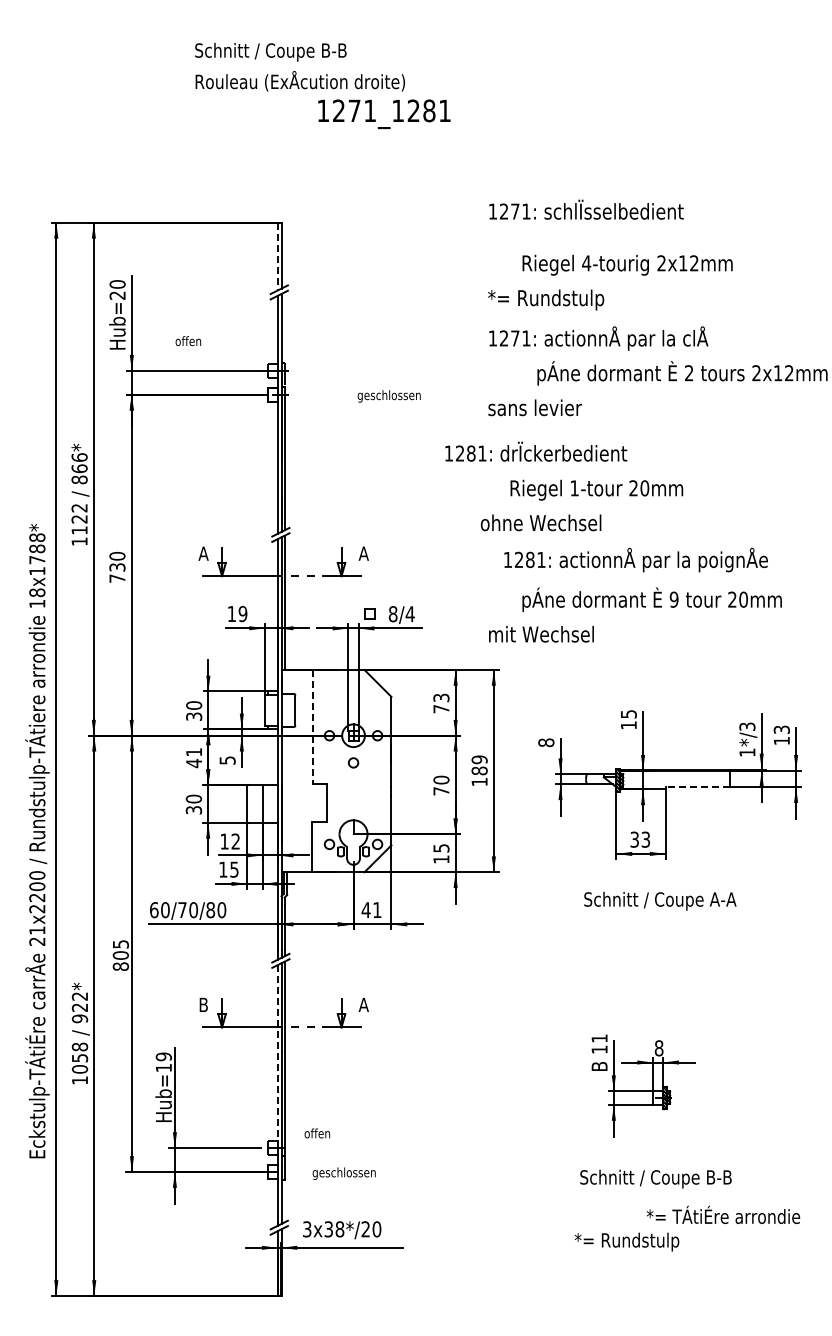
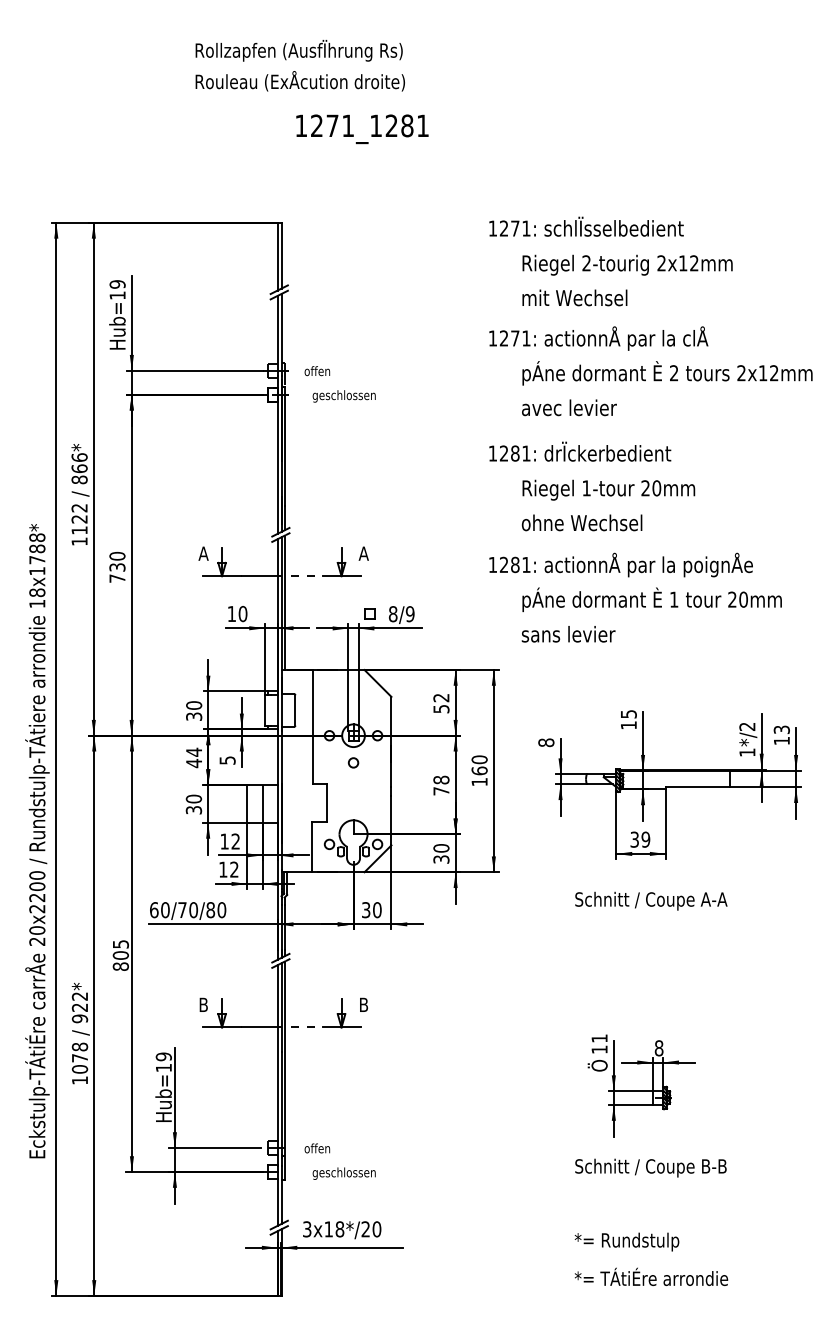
text at (298, 50): Schnitt / Coupe B-B -> Rollzapfen (AusfÏhrung Rs)
text at (384, 114) position: (384, 114) -> (362, 129)
text at (586, 209) position: (586, 209) -> (586, 226)
line at (277, 256): dashed -> solid
text at (586, 263): 4-tourig -> 2-tourig
text at (117, 289): Hub=20 -> Hub=19
text at (557, 299): *= Rundstulp -> mit Wechsel
text at (188, 341) position: (188, 341) -> (317, 371)
text at (682, 373) position: (682, 373) -> (667, 373)
text at (388, 396) position: (388, 396) -> (343, 396)
text at (552, 407): sans levier -> avec levier
text at (536, 451) position: (536, 451) -> (580, 451)
text at (596, 489) position: (596, 489) -> (608, 489)
text at (540, 522) position: (540, 522) -> (581, 522)
text at (635, 559) position: (635, 559) -> (620, 564)
text at (673, 599): 9 -> 1
text at (242, 614): 19 -> 10
text at (409, 614): 8/4 -> 8/9
text at (552, 634): mit Wechsel -> sans levier
text at (441, 703): 73 -> 52
line at (312, 726): dashed -> solid
text at (747, 726): 1*/3 -> 1*/2
text at (193, 751): 41 -> 44
text at (479, 765): 189 -> 160
text at (441, 779): 70 -> 78
line at (697, 787): dashed -> solid
text at (645, 839): 33 -> 39
text at (441, 853): 15 -> 30
text at (234, 869): 15 -> 12
text at (660, 900) position: (660, 900) -> (651, 900)
text at (371, 910): 41 -> 30
text at (37, 930): 21x2200 -> 20x2200
text at (363, 1004): A -> B
line at (277, 1053): dashed -> solid
text at (80, 1058): 1058 -> 1078
text at (597, 1065): B -> Ö
text at (317, 1133) position: (317, 1133) -> (317, 1148)
text at (655, 1178) position: (655, 1178) -> (650, 1167)
text at (723, 1214) position: (723, 1214) -> (651, 1276)
text at (328, 1229): 3x38*/20 -> 3x18*/20
